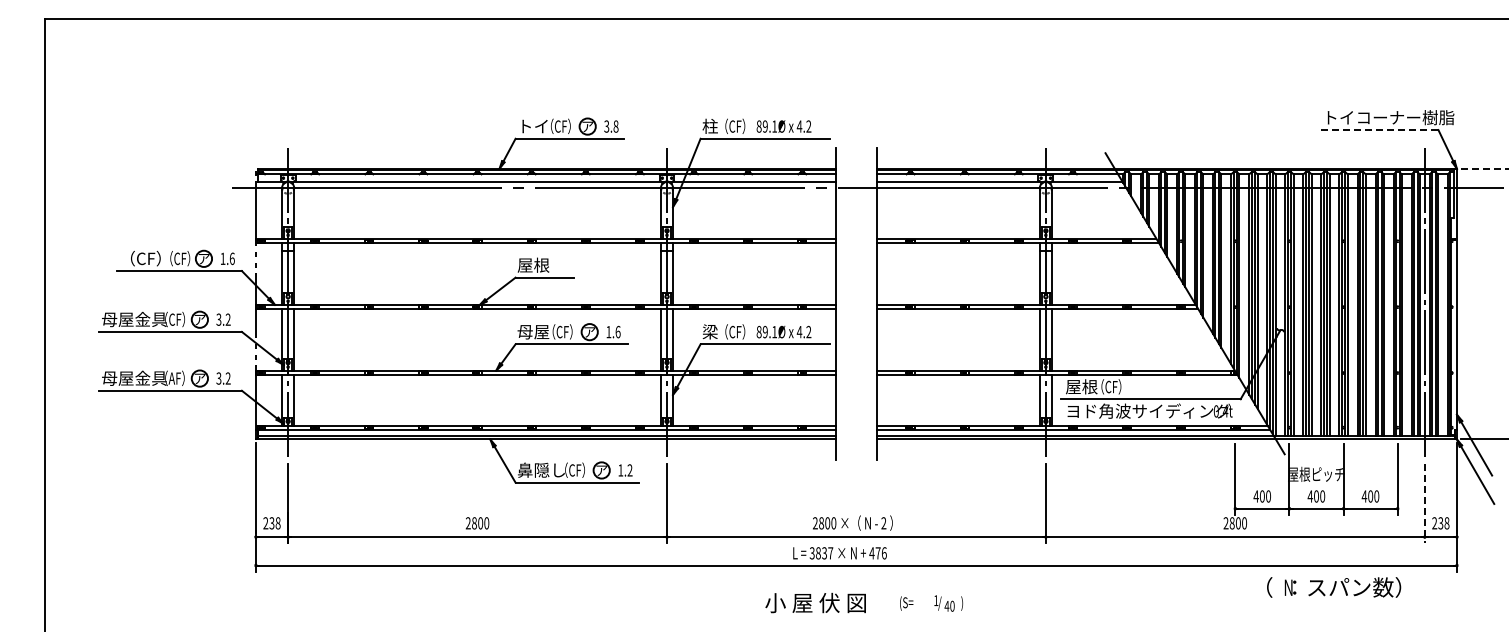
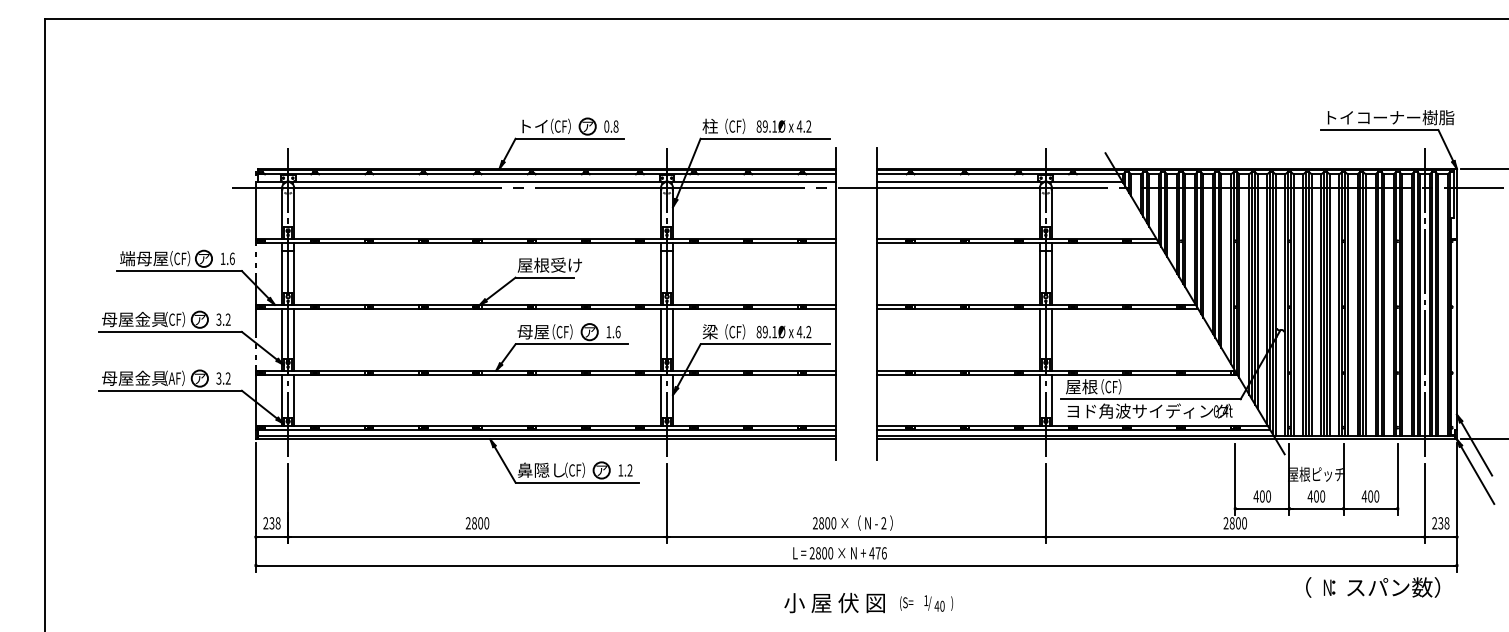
text at (606, 126): 3.8 -> 0.8
line at (1379, 130): dashed -> solid
line at (1484, 168): dashed -> solid
text at (144, 258): （CF） -> 端母屋
text at (566, 264): 屋根 -> 屋根受け
line at (1424, 503): dashed -> solid
text at (821, 553): 3837 -> 2800
text at (1334, 587) position: (1334, 587) -> (1373, 587)
text at (815, 602) position: (815, 602) -> (834, 602)
text at (948, 603) position: (948, 603) -> (938, 603)
